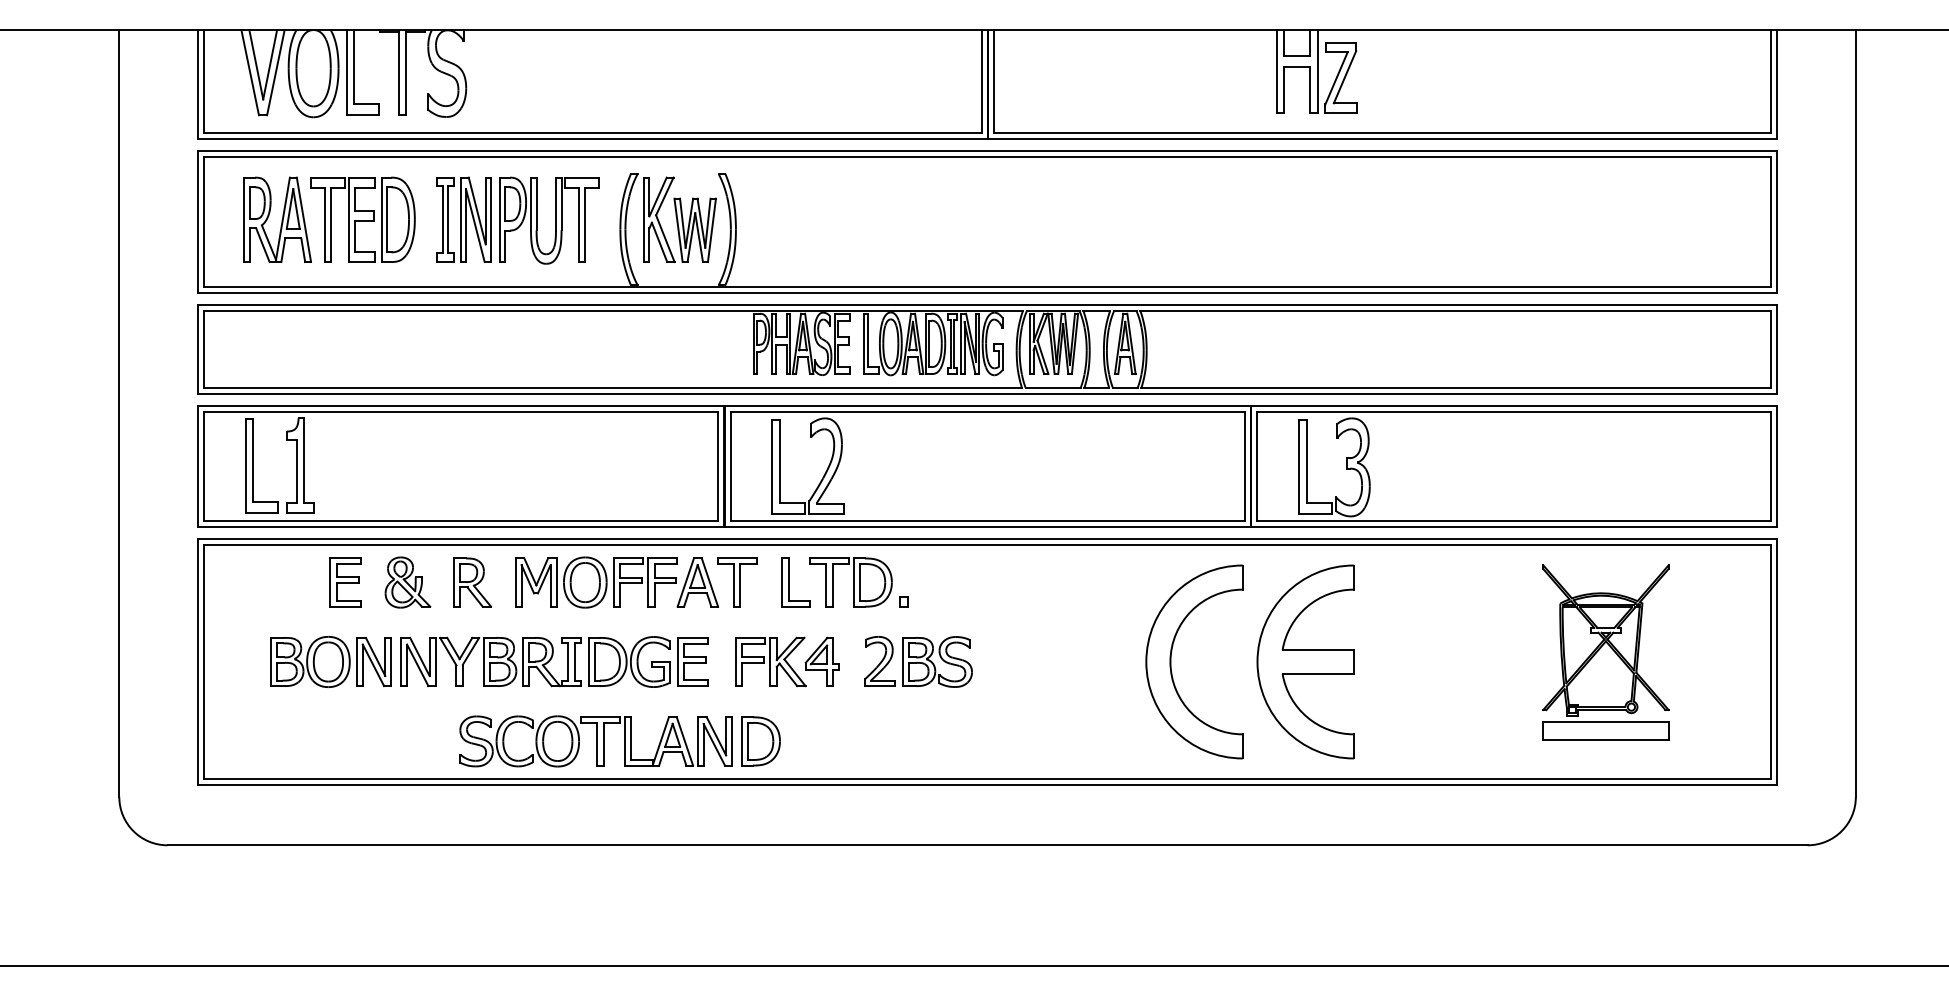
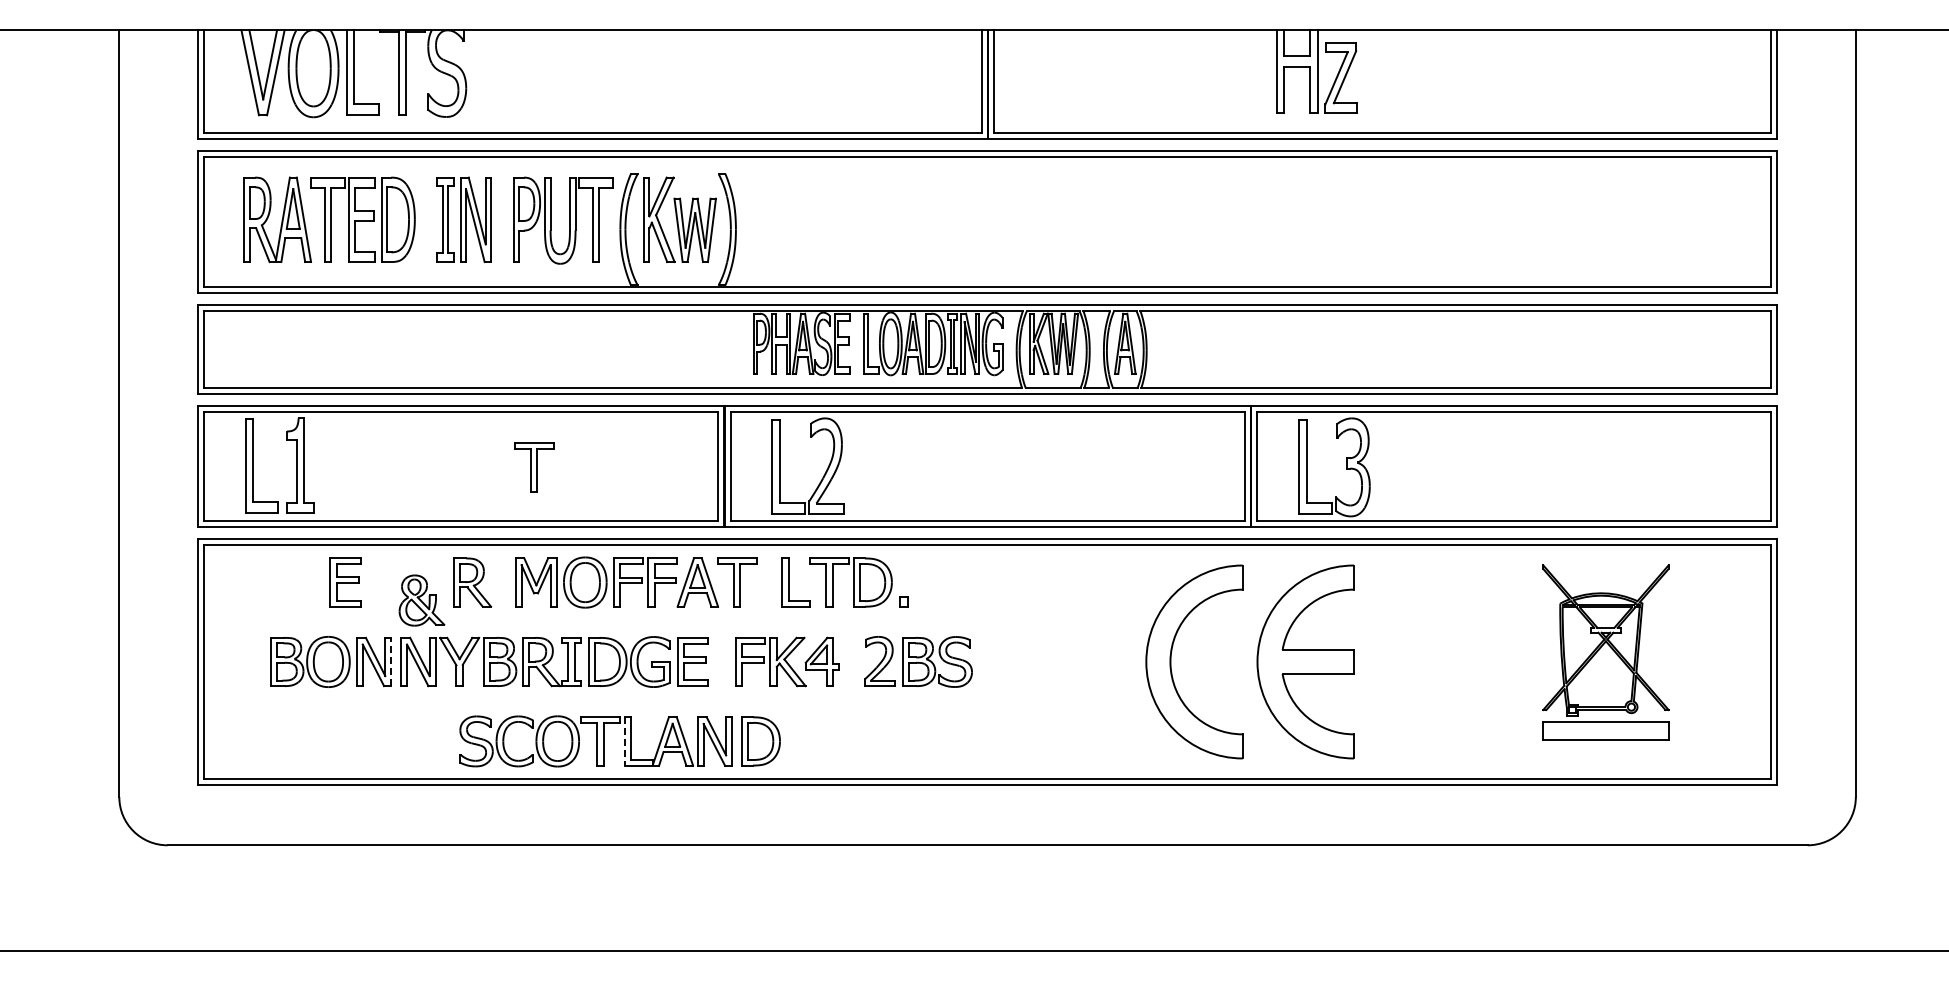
part at (549, 220) position: (549, 220) -> (563, 220)
part at (534, 467): none -> present
part at (407, 582) position: (407, 582) -> (421, 600)
line at (391, 661): solid -> dashed
line at (624, 741): solid -> dashed
line at (973, 965) position: (973, 965) -> (973, 950)
